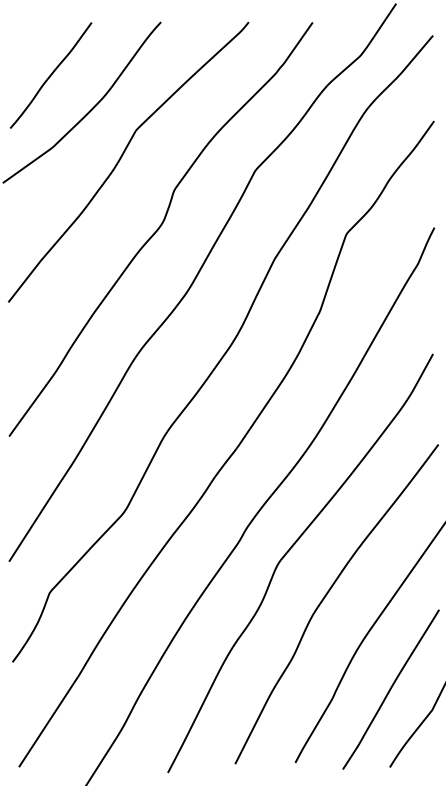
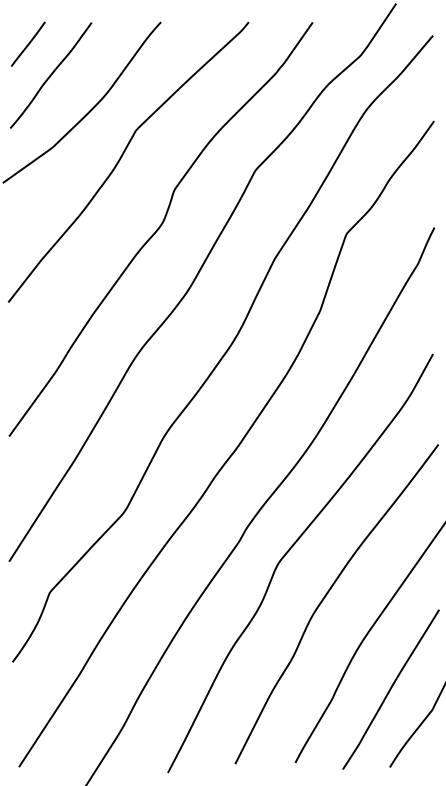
line at (28, 43): none -> present
